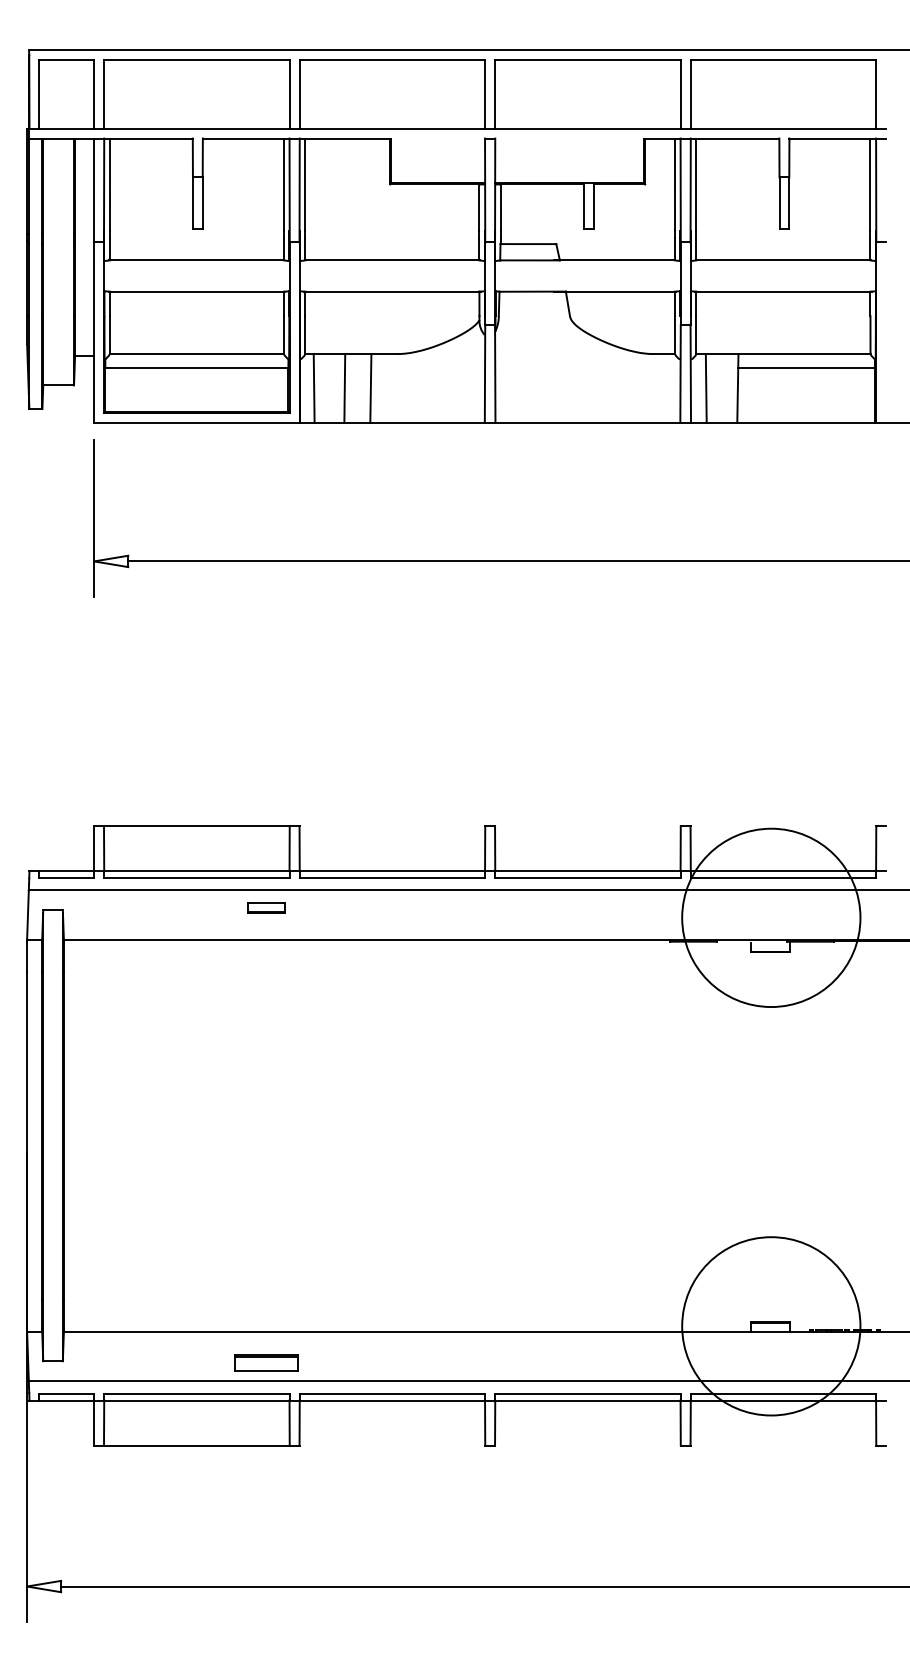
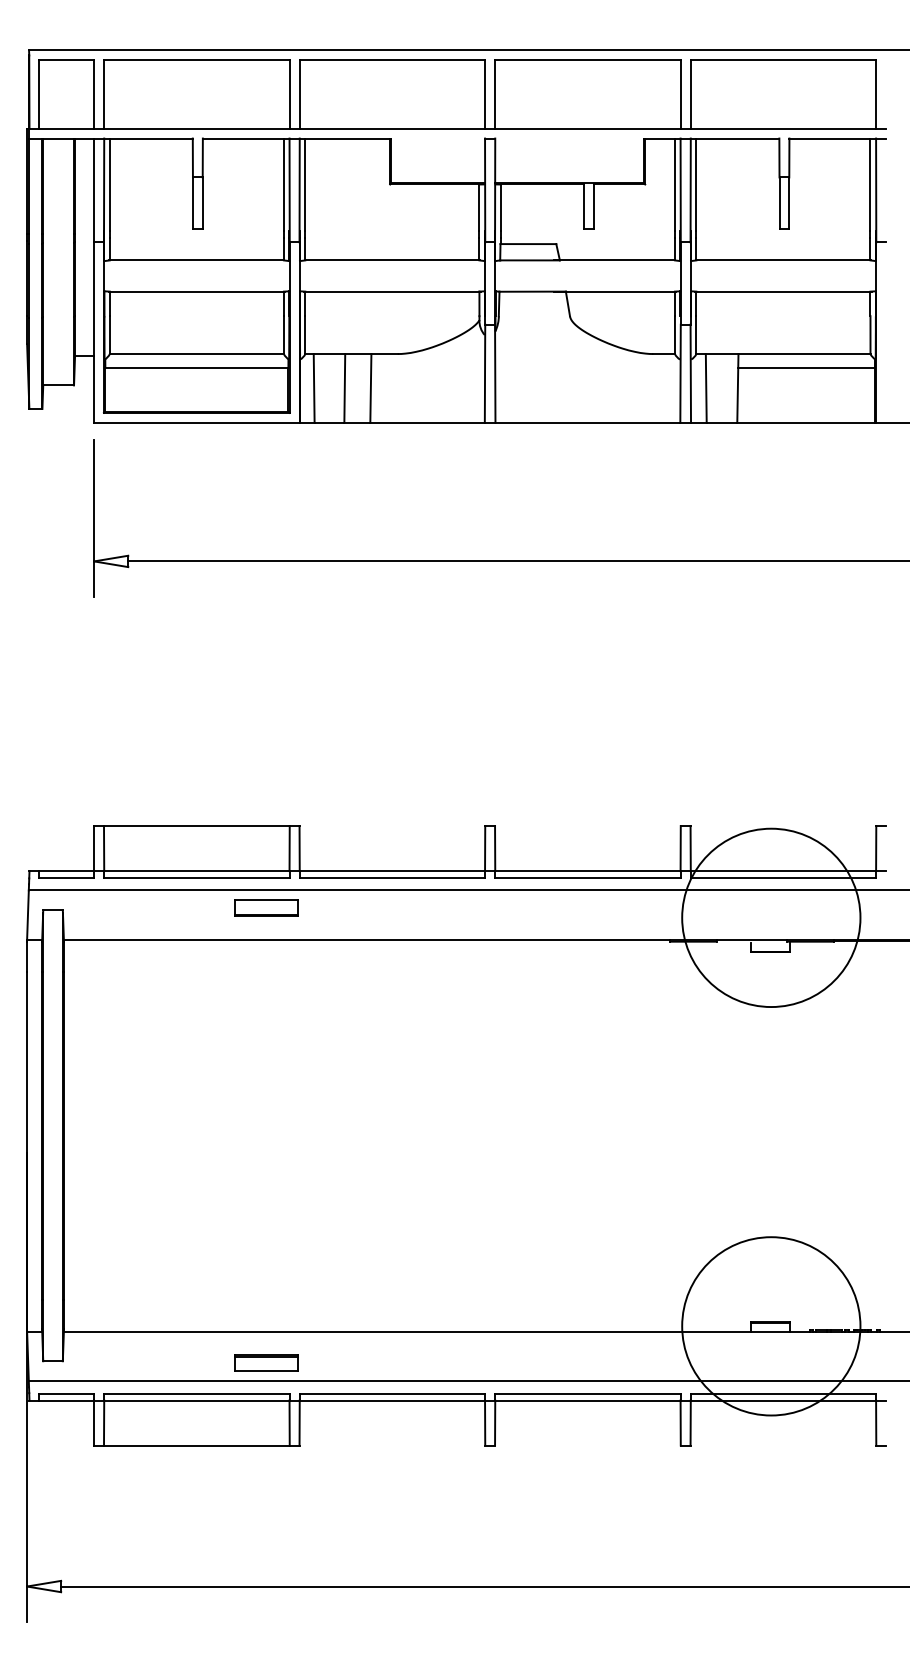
part at (266, 907) size: 39x12 px -> 65x18 px
